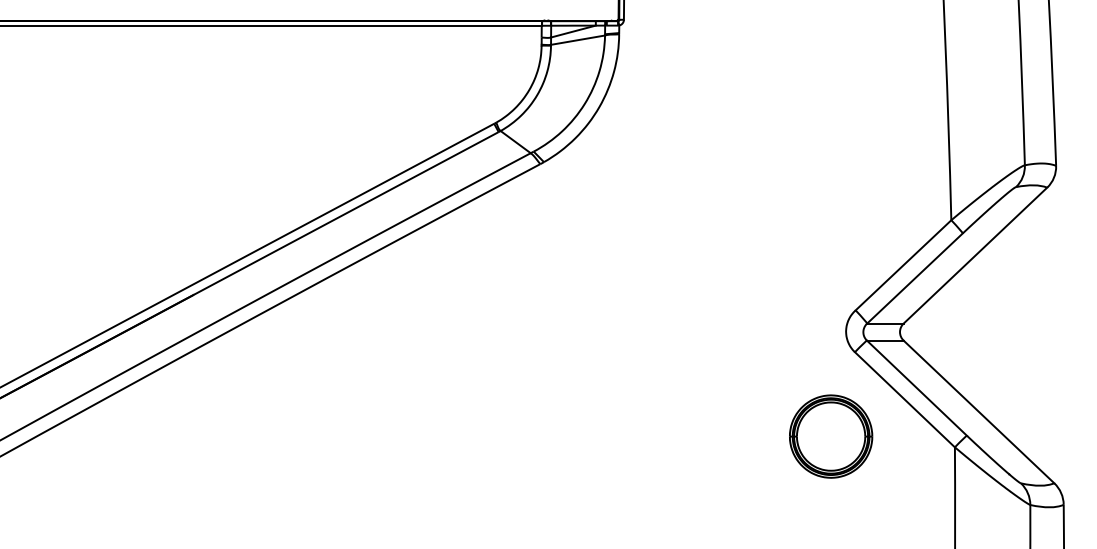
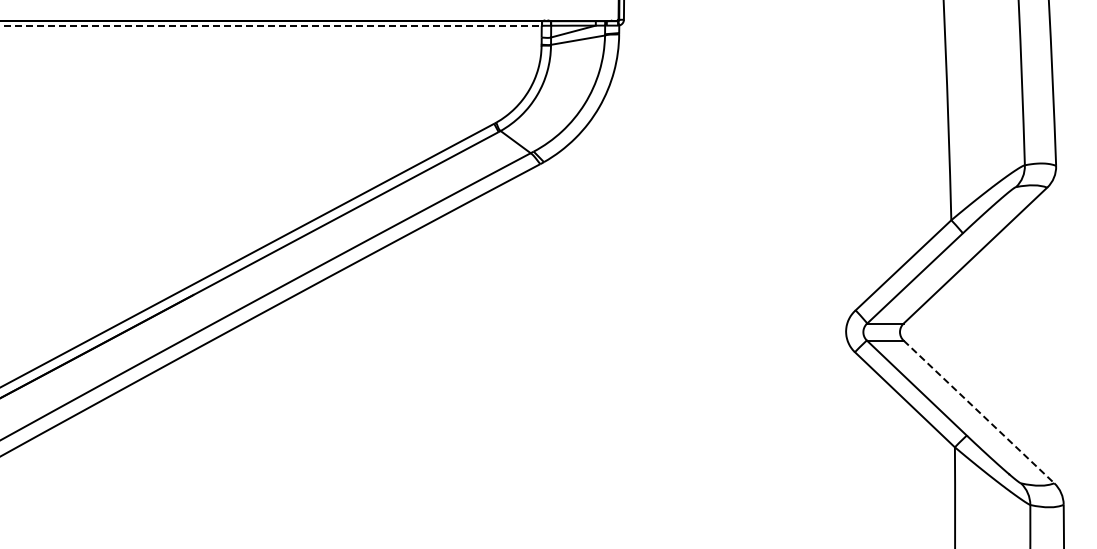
line at (271, 25): solid -> dashed
line at (979, 411): solid -> dashed
part at (831, 436): present -> none
